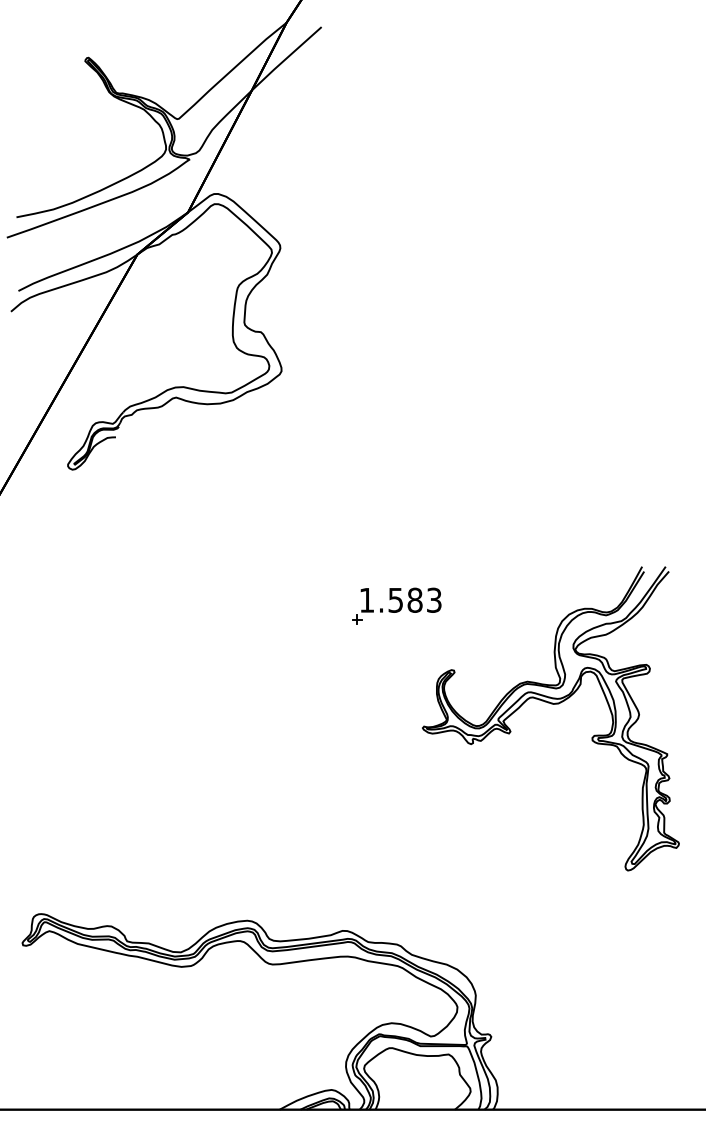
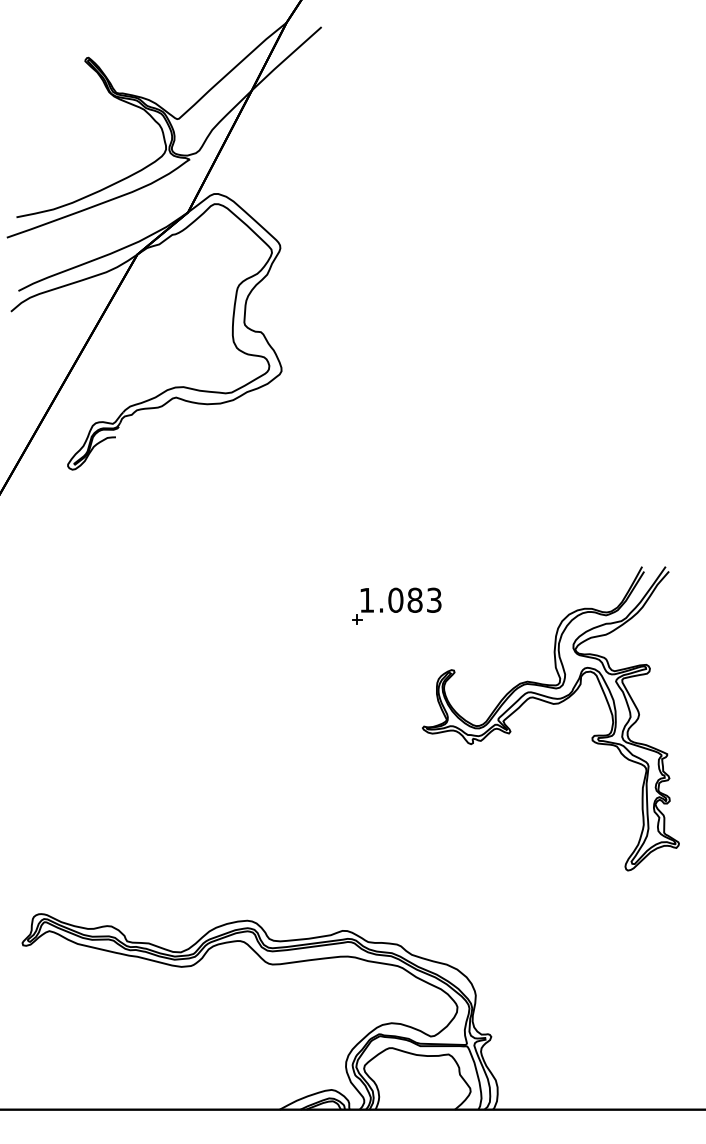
text at (395, 599): 1.583 -> 1.083
